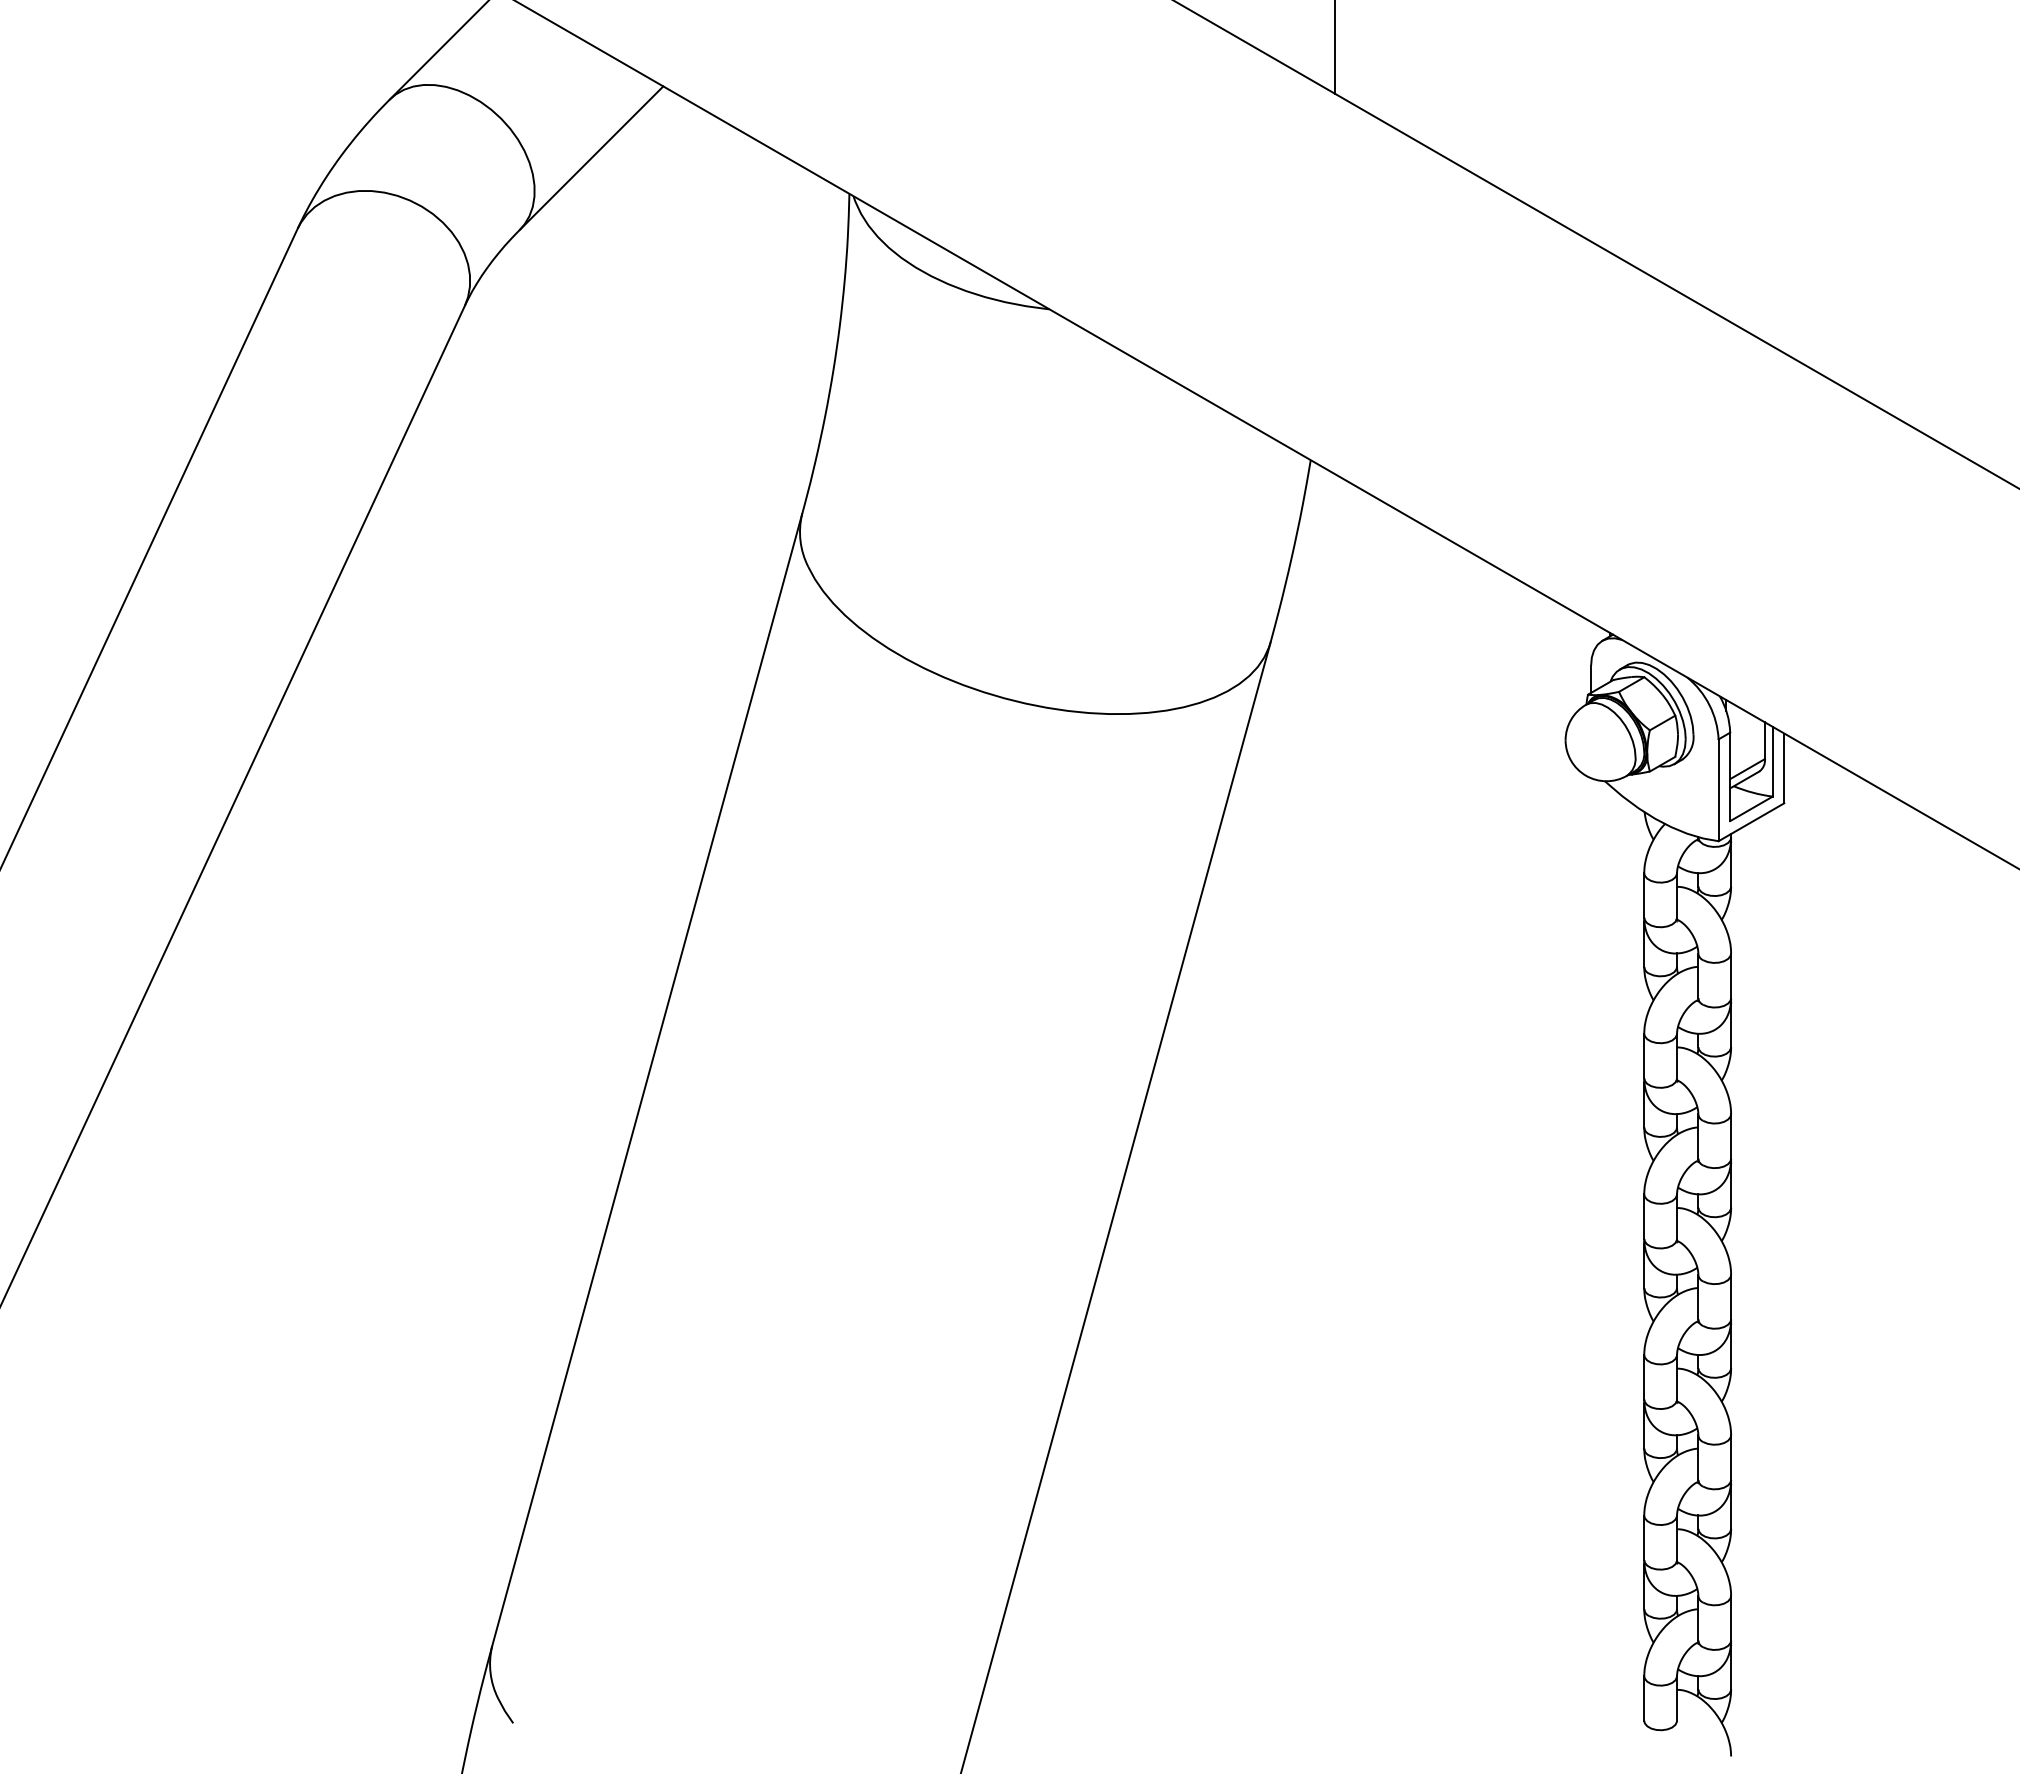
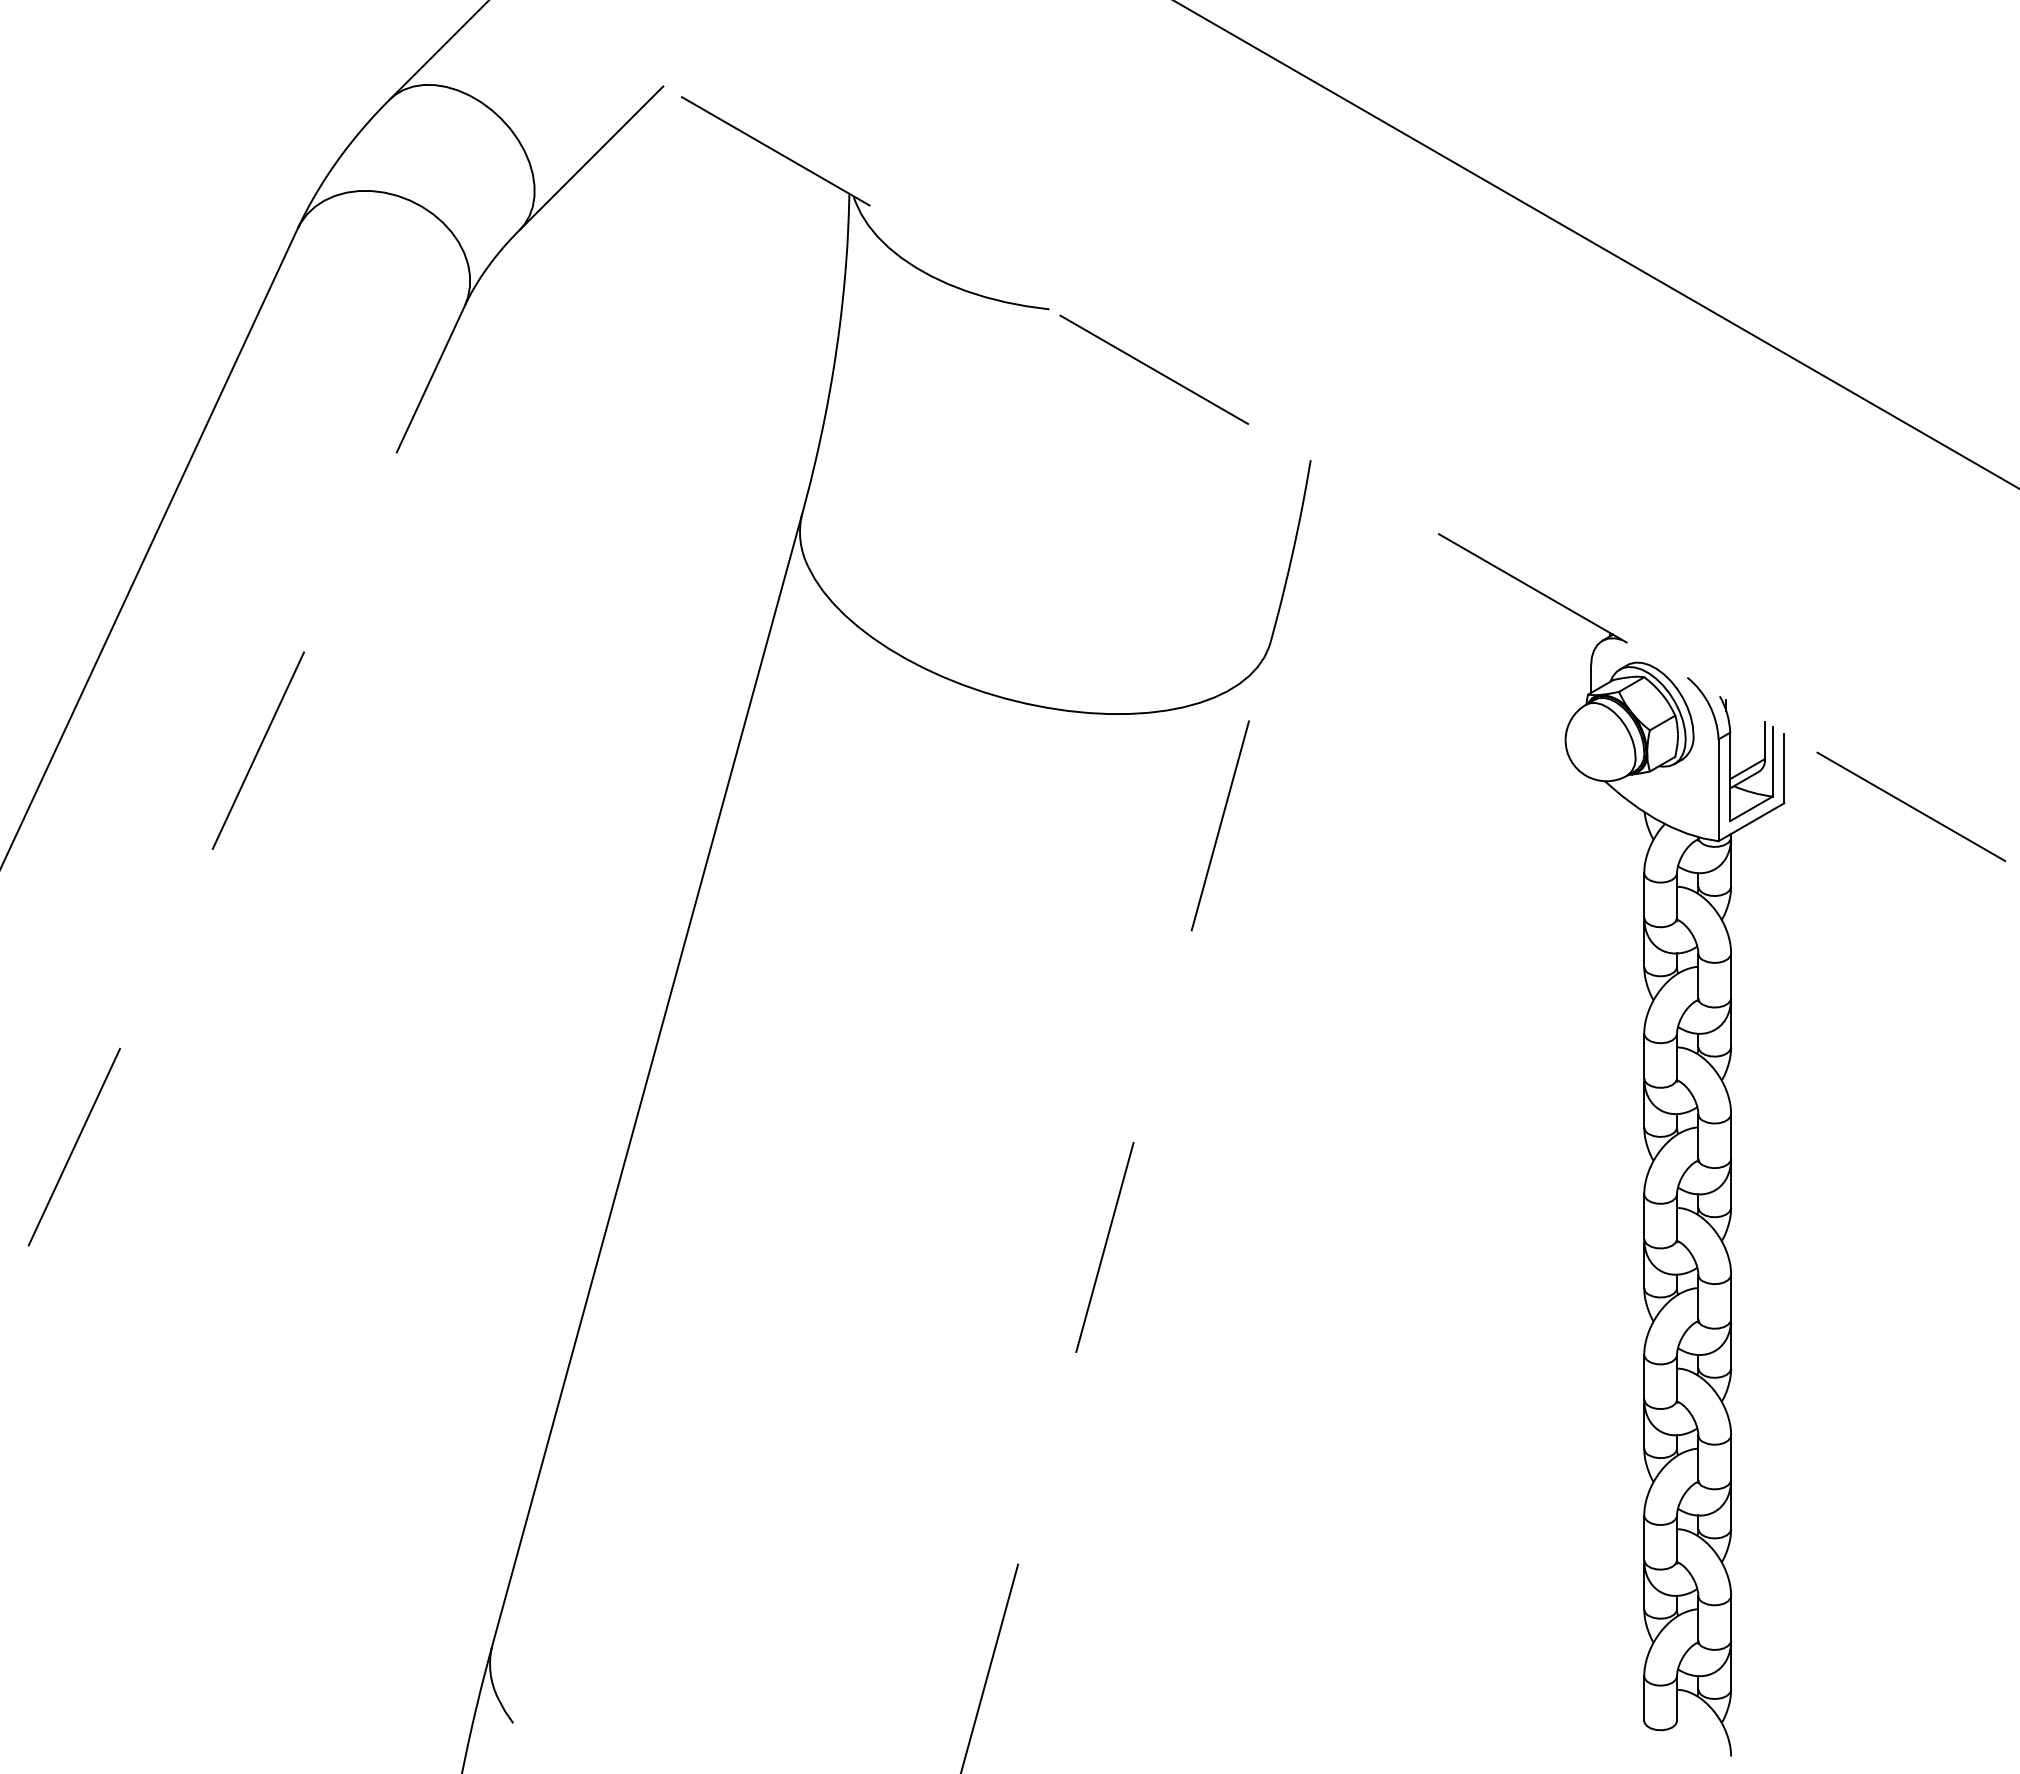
line at (1335, 47): present -> none
line at (1267, 435): solid -> dashed
line at (232, 806): solid -> dashed
line at (1115, 1207): solid -> dashed
